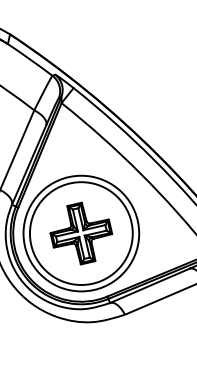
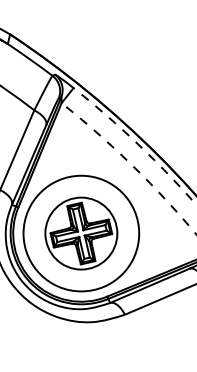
arc at (137, 144): solid -> dashed
arc at (132, 165): solid -> dashed
circle at (80, 233) diameter: 103 px -> 72 px
